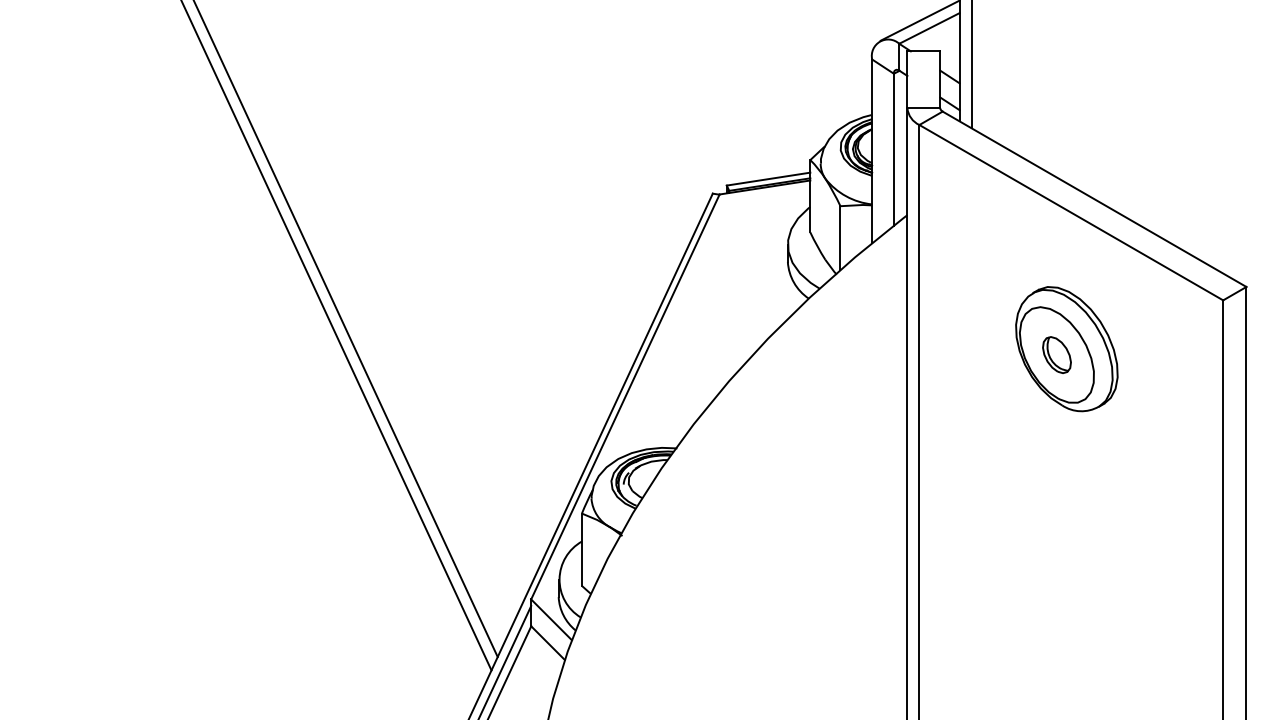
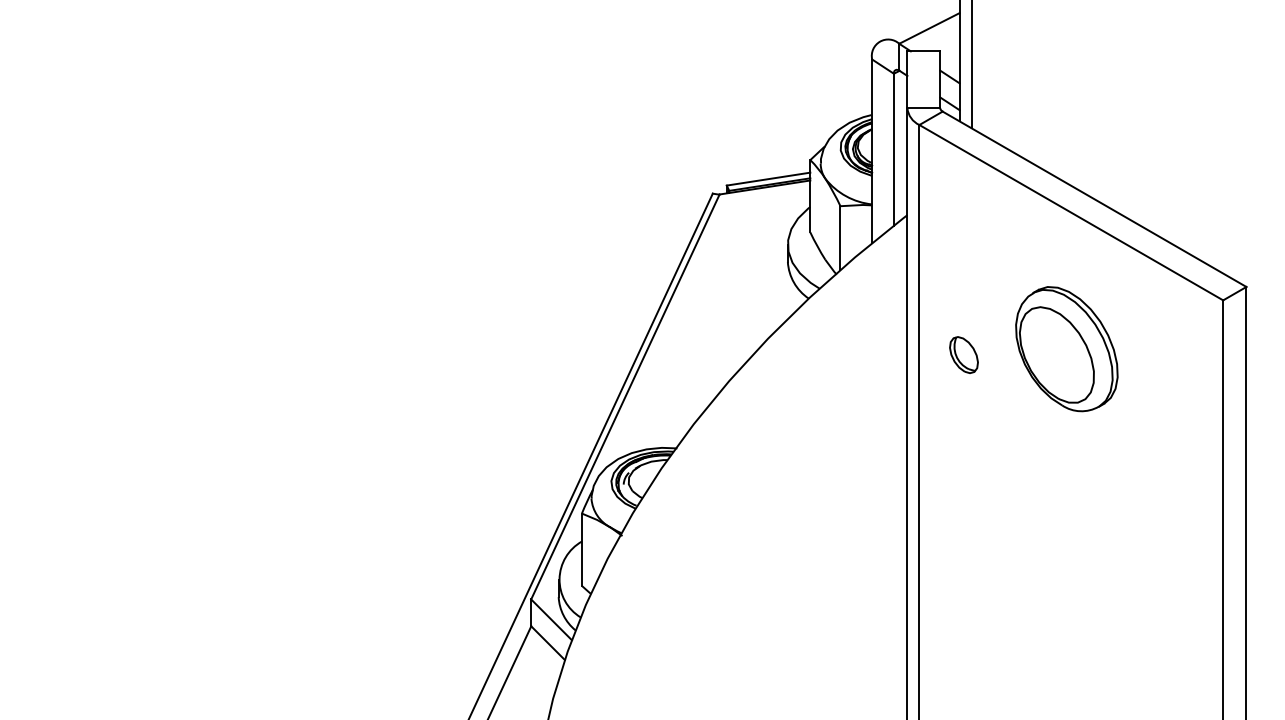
line at (918, 21): present -> none
line at (345, 329): present -> none
line at (336, 336): present -> none
part at (1056, 354) position: (1056, 354) -> (963, 354)
line at (505, 661): present -> none
